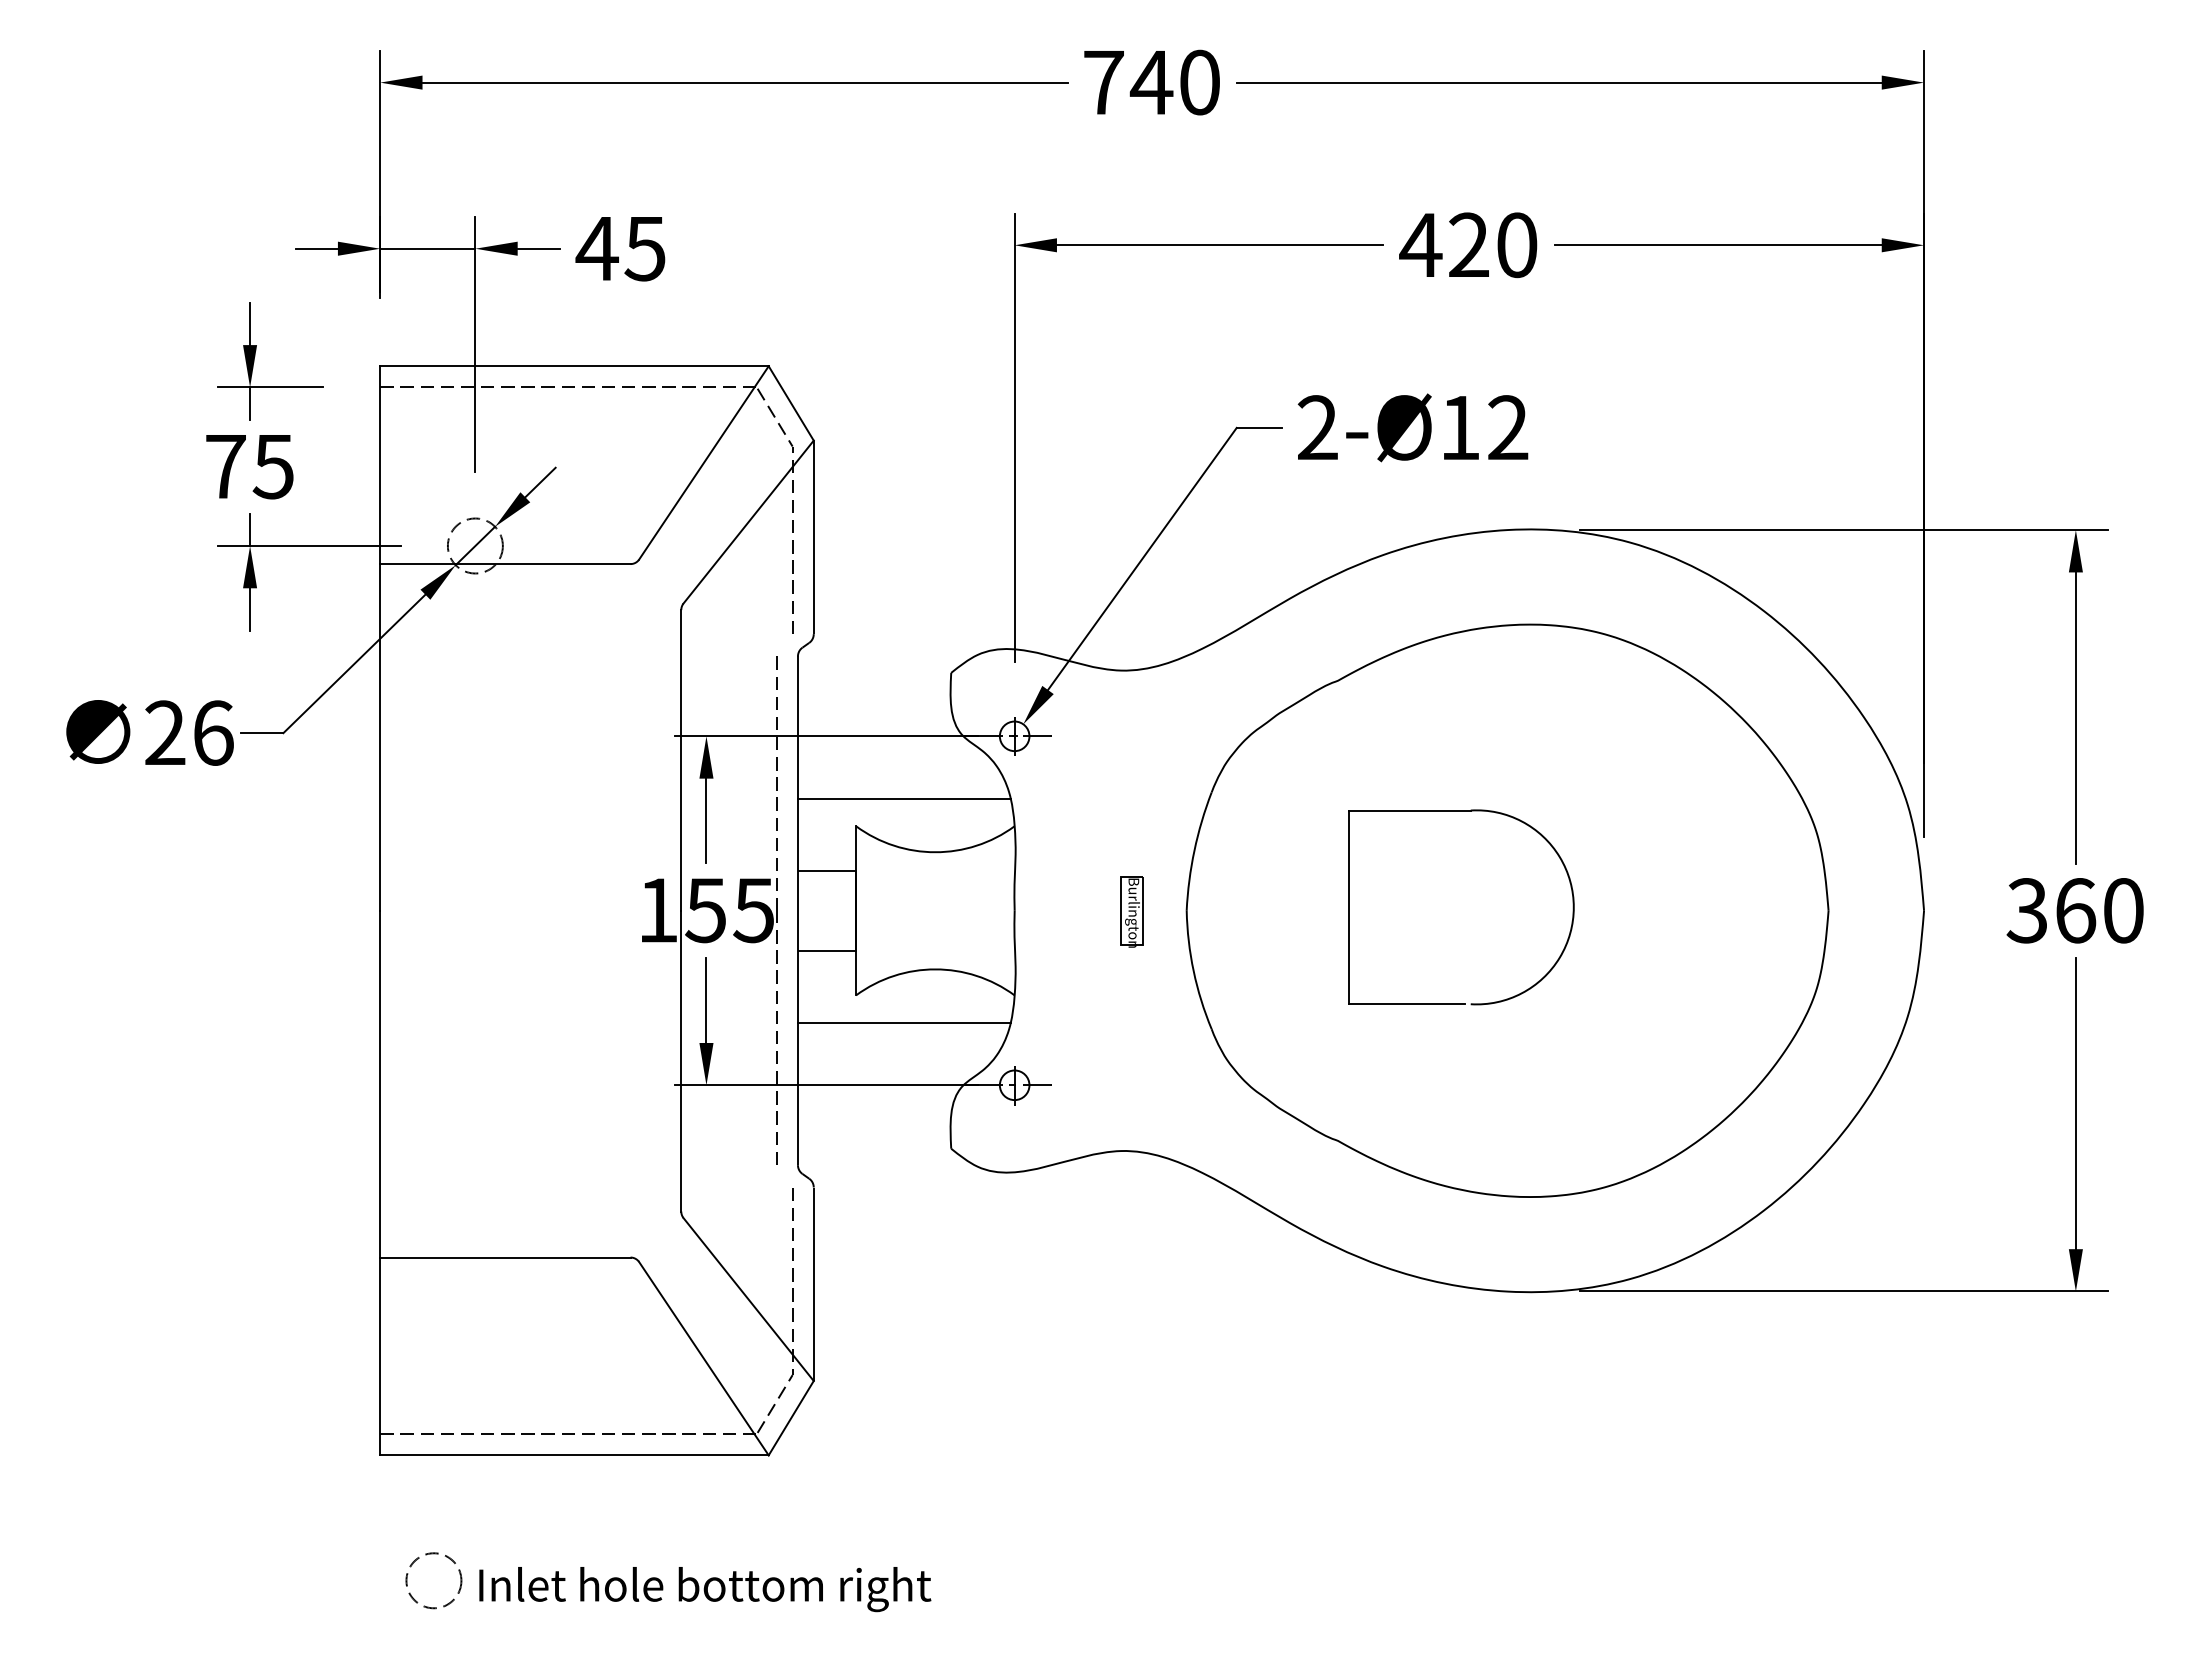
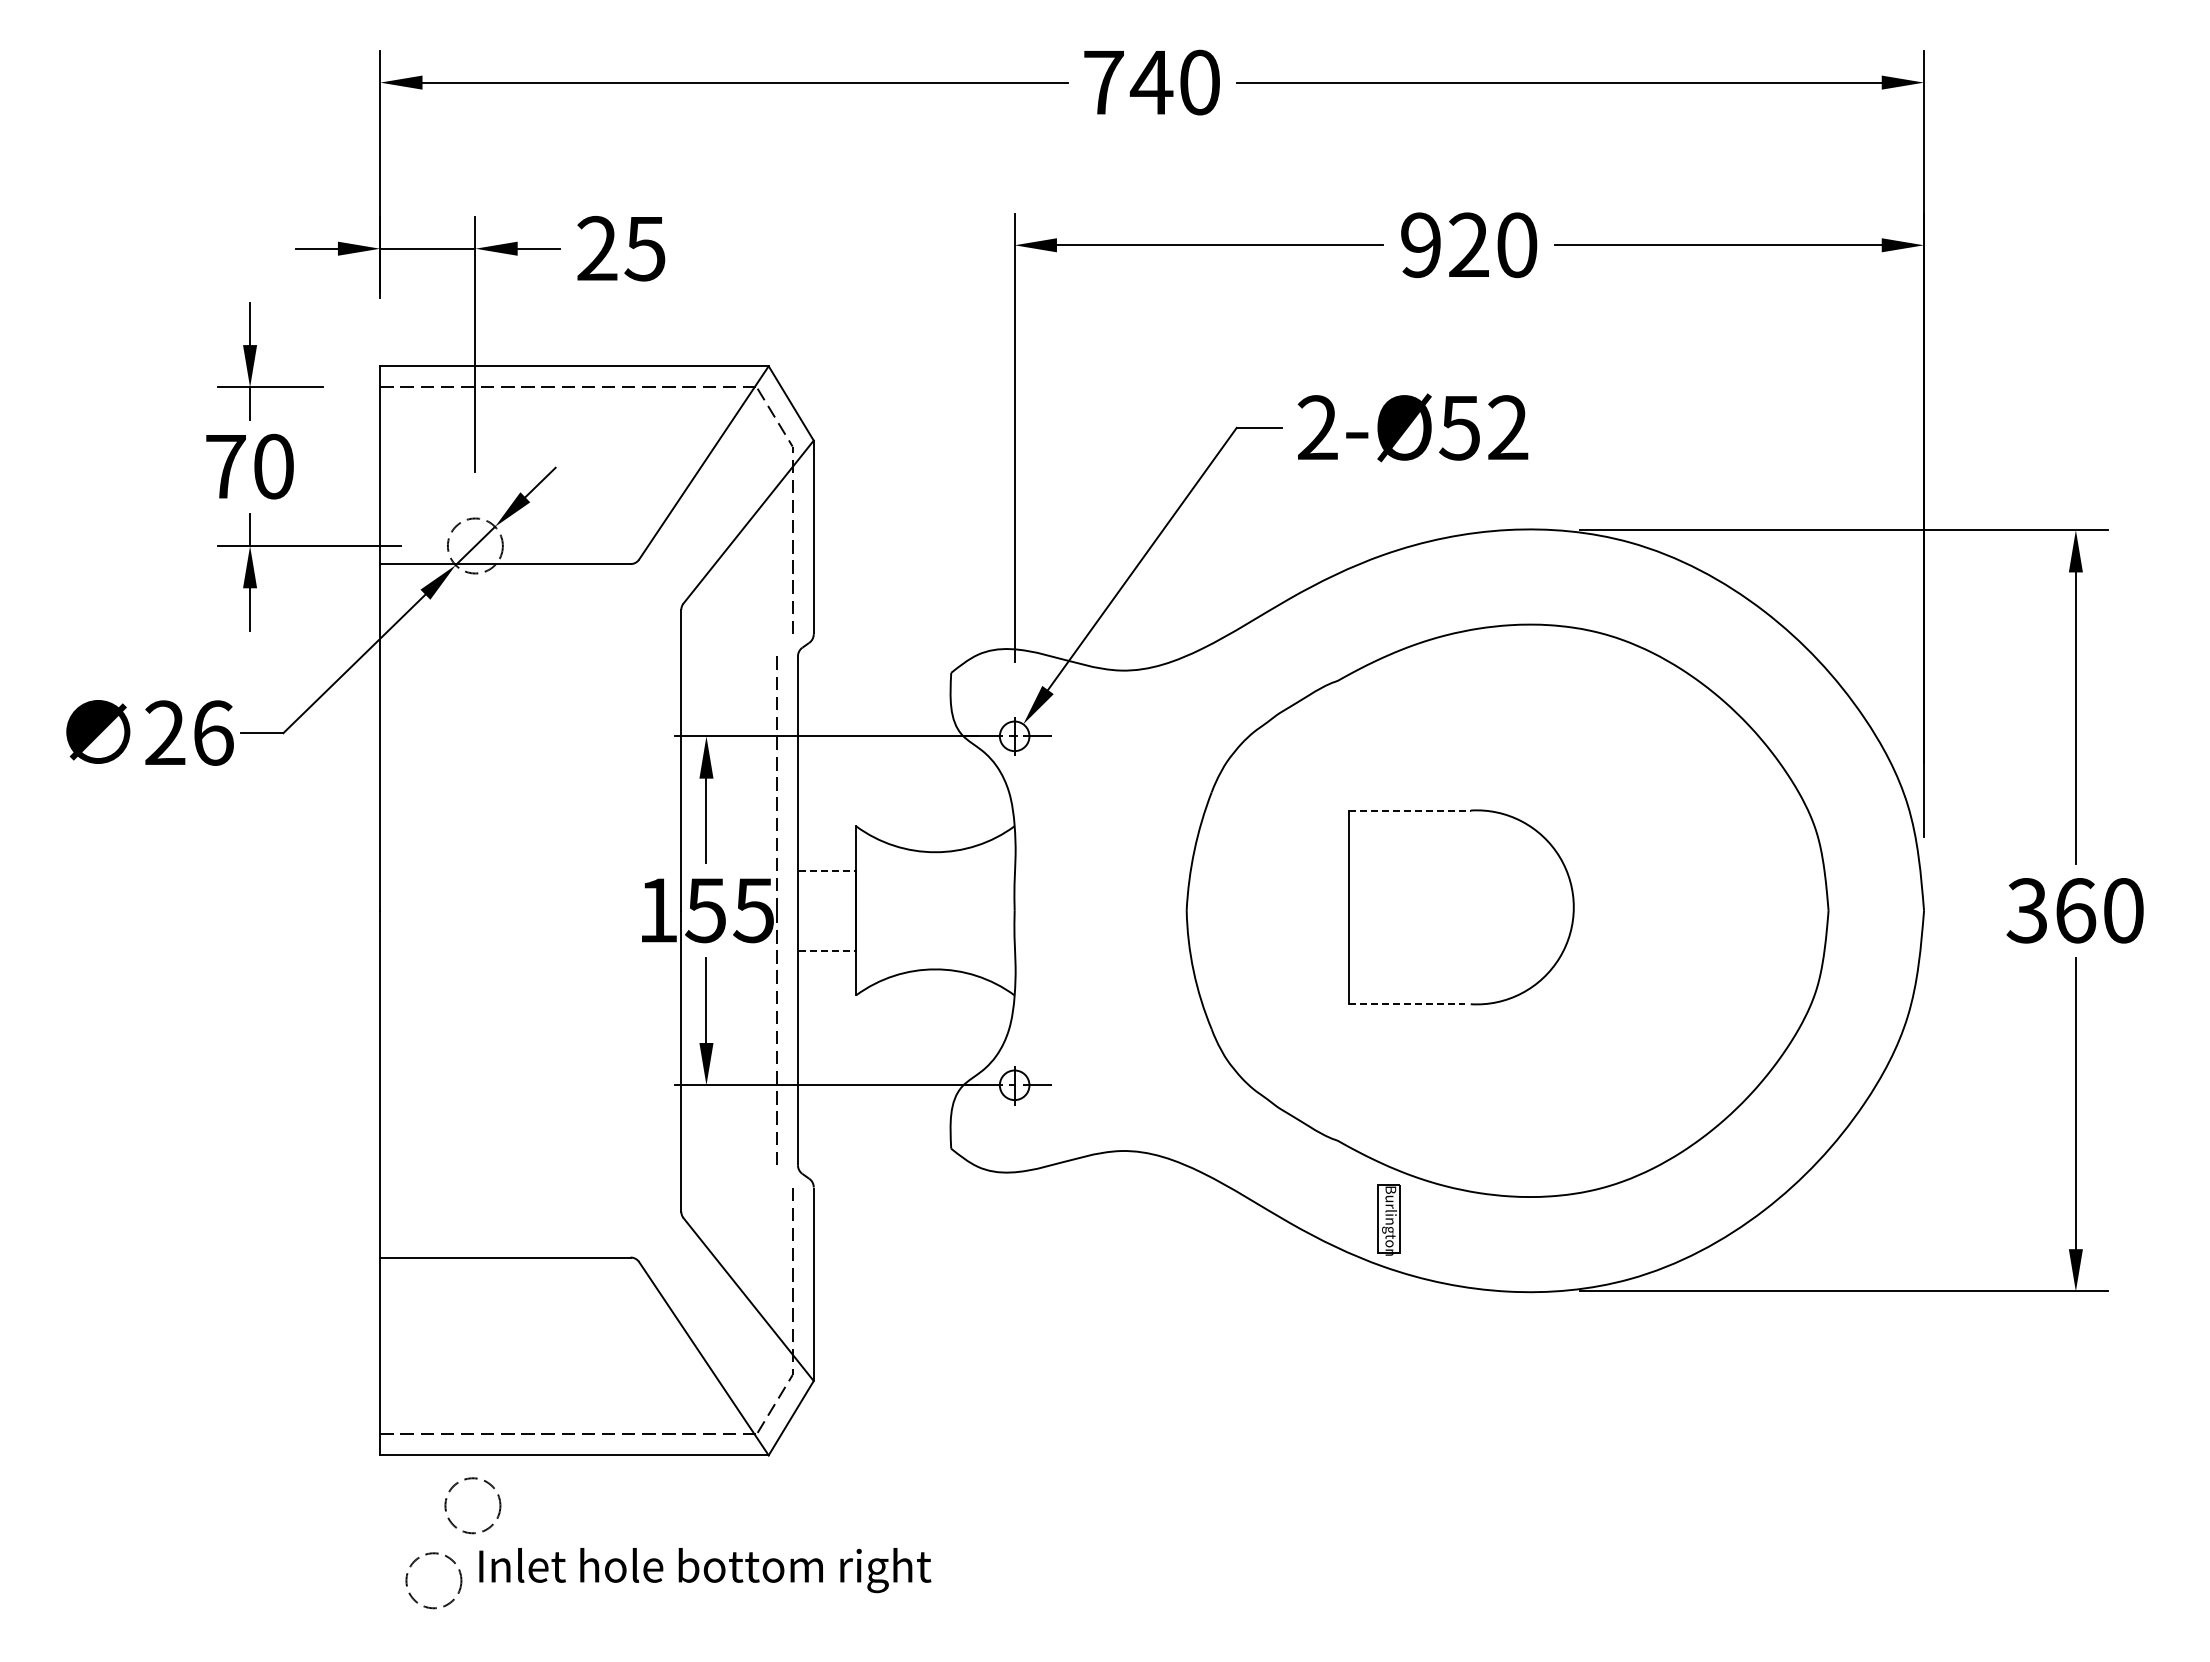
text at (1420, 245): 420 -> 920
text at (596, 248): 45 -> 25
text at (1459, 428): 12 -> 52
text at (272, 466): 75 -> 70
line at (903, 798): present -> none
line at (1409, 810): solid -> dashed
line at (827, 870): solid -> dashed
part at (1131, 911) position: (1131, 911) -> (1388, 1219)
line at (827, 951): solid -> dashed
line at (1406, 1004): solid -> dashed
line at (903, 1022): present -> none
circle at (472, 1505): none -> present
text at (705, 1589) position: (705, 1589) -> (705, 1570)
